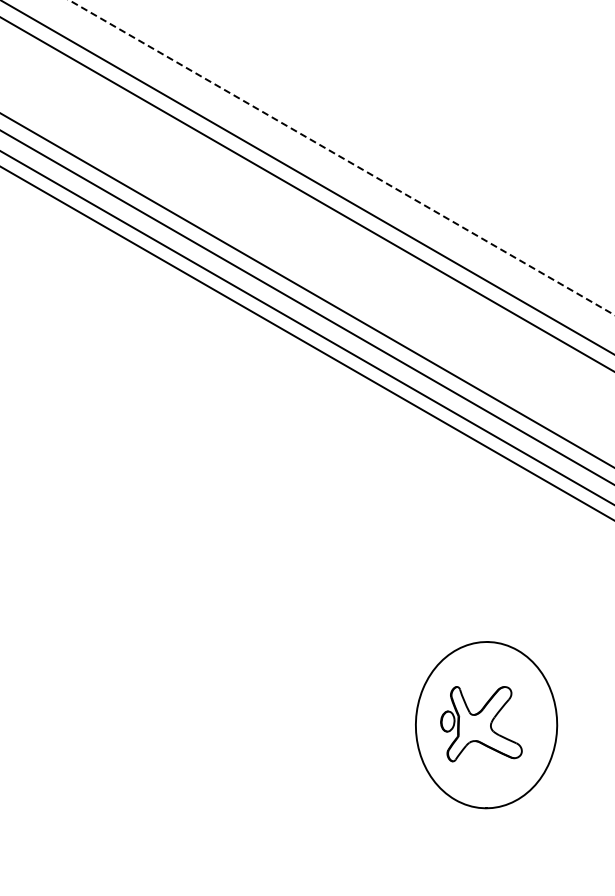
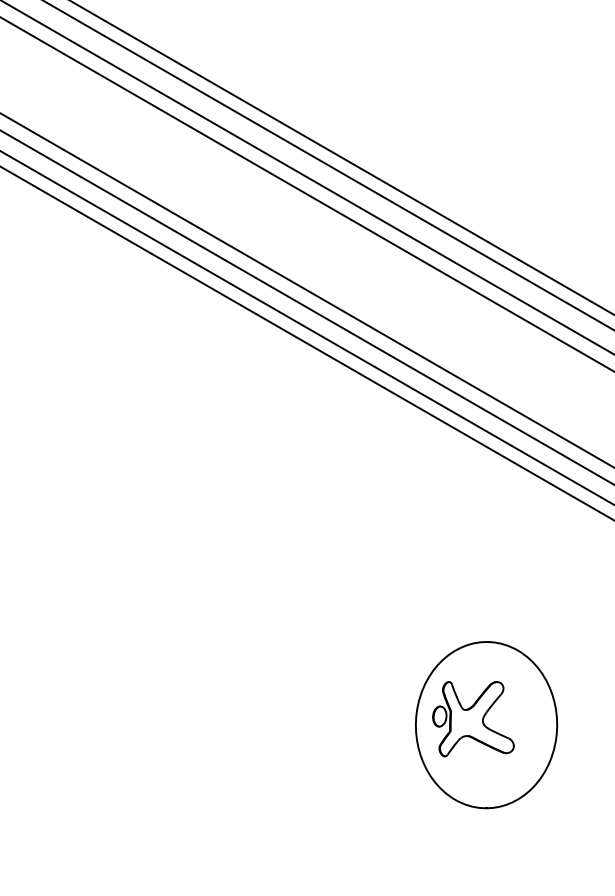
line at (342, 157): dashed -> solid
line at (328, 165): none -> present
part at (481, 724) position: (481, 724) -> (473, 719)
